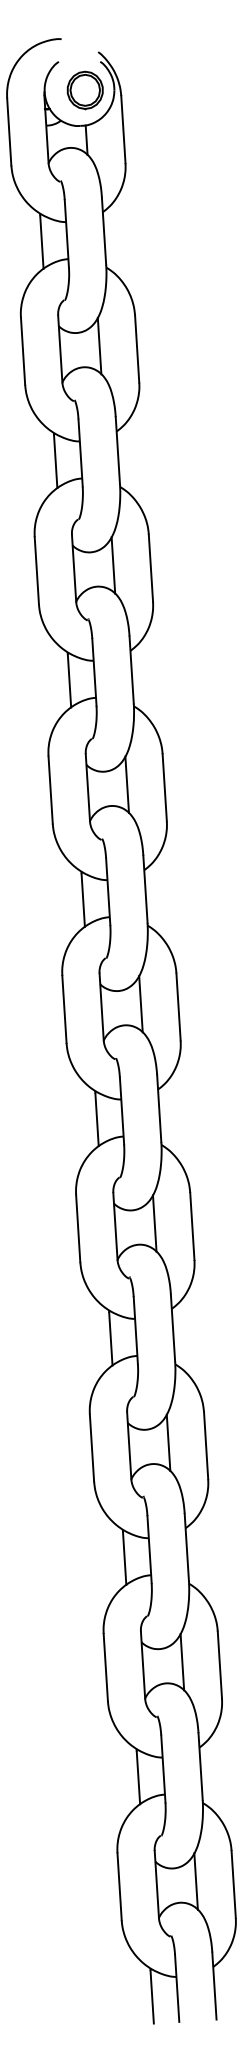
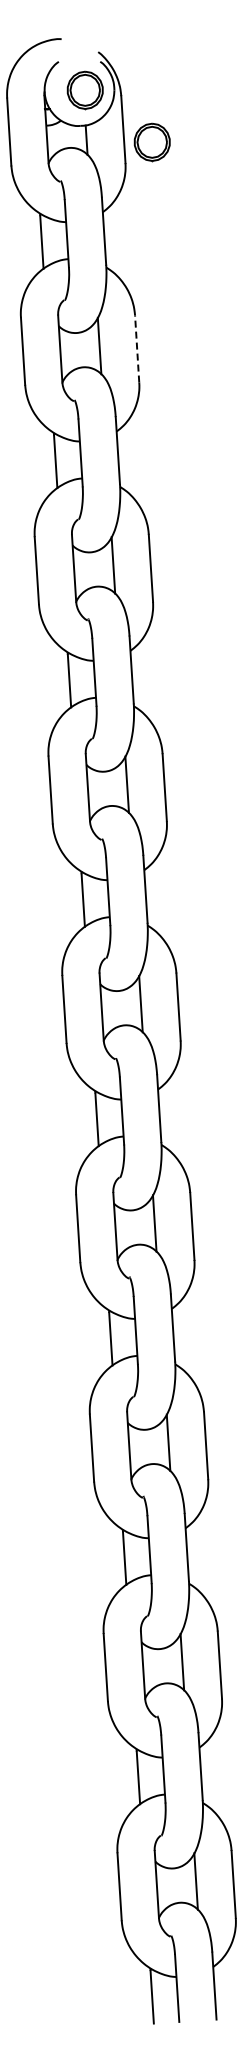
part at (151, 142): none -> present
line at (137, 349): solid -> dashed
